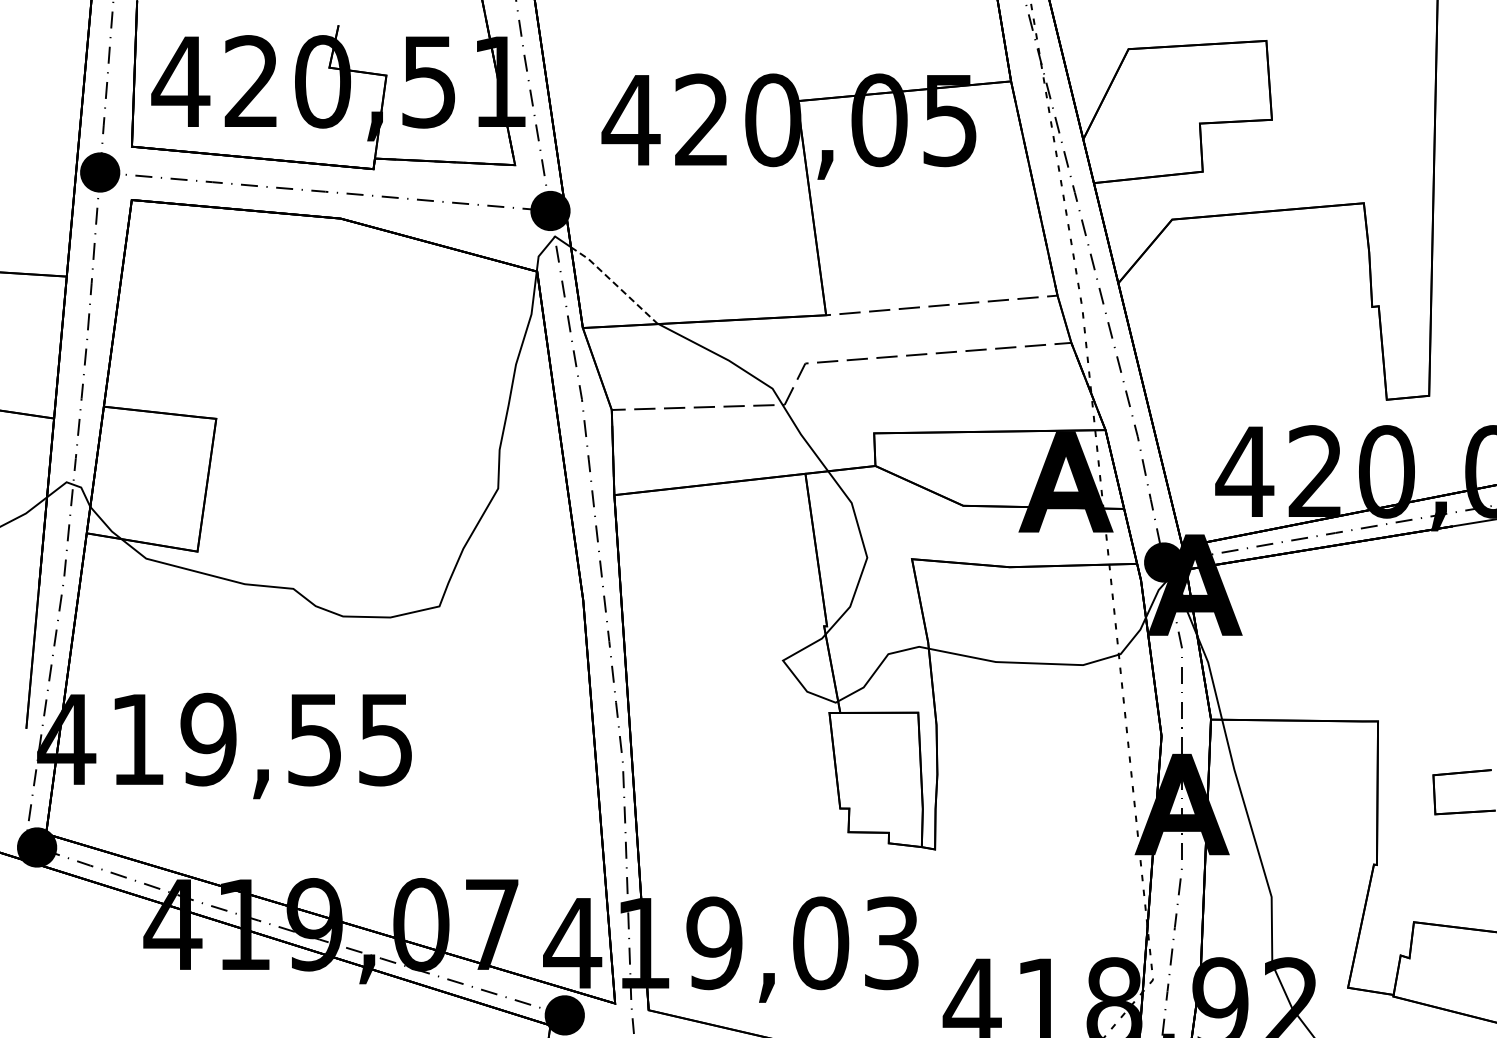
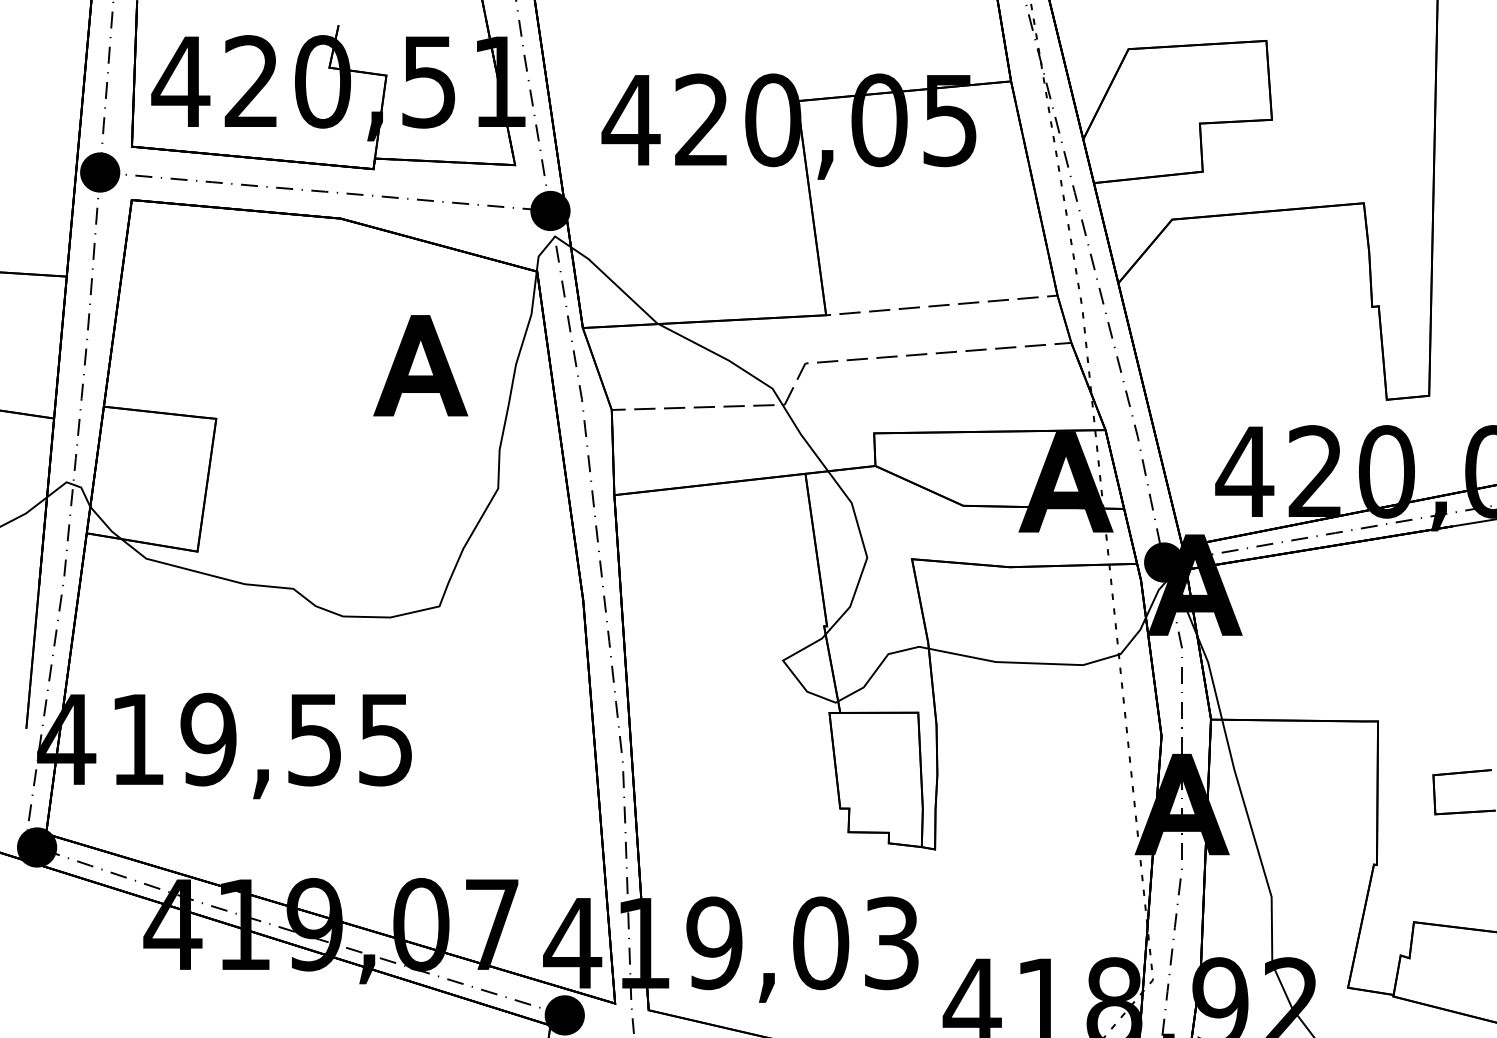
line at (615, 284): dashed -> solid
part at (420, 365): none -> present
